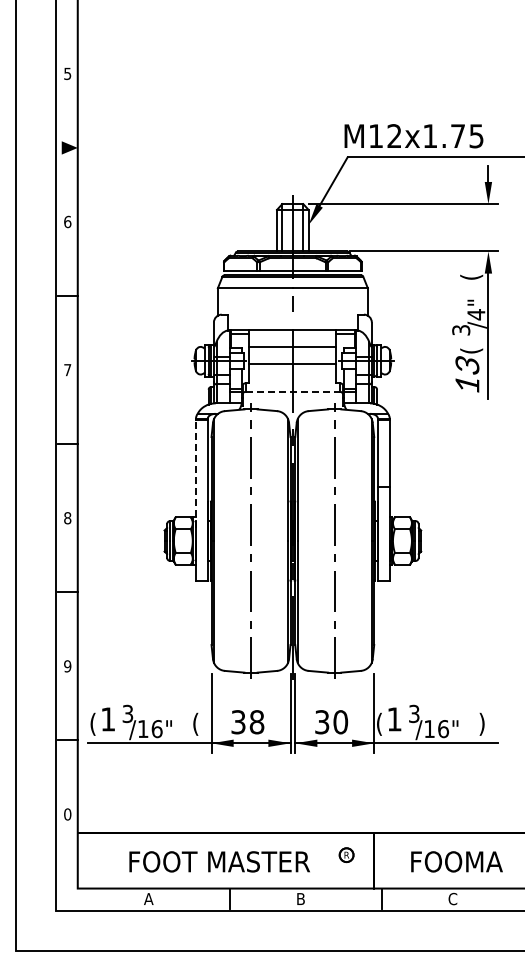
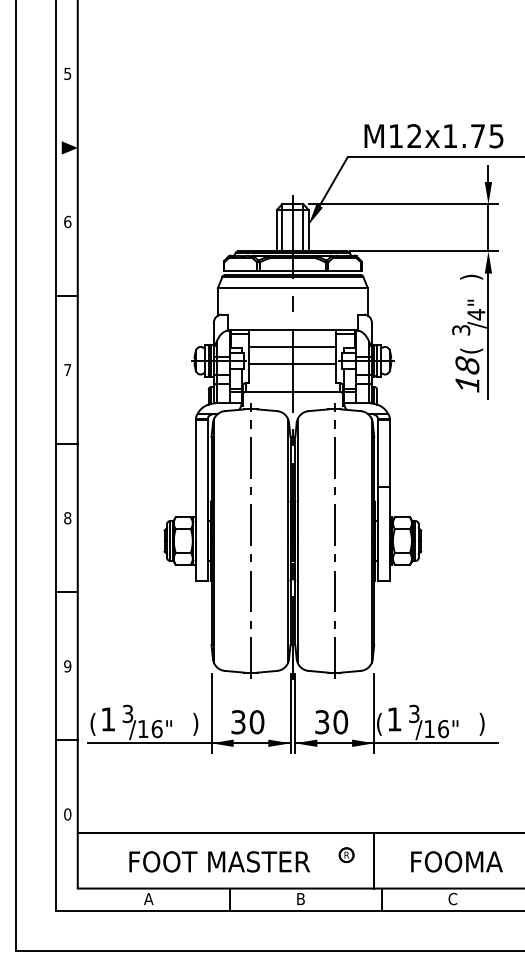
text at (413, 136) position: (413, 136) -> (433, 136)
line at (488, 227): none -> present
text at (471, 276): ( -> )
text at (467, 365): 13 -> 18
line at (293, 392): dashed -> solid
line at (196, 473): dashed -> solid
text at (256, 722): 38 -> 30
text at (195, 723): ( -> )
